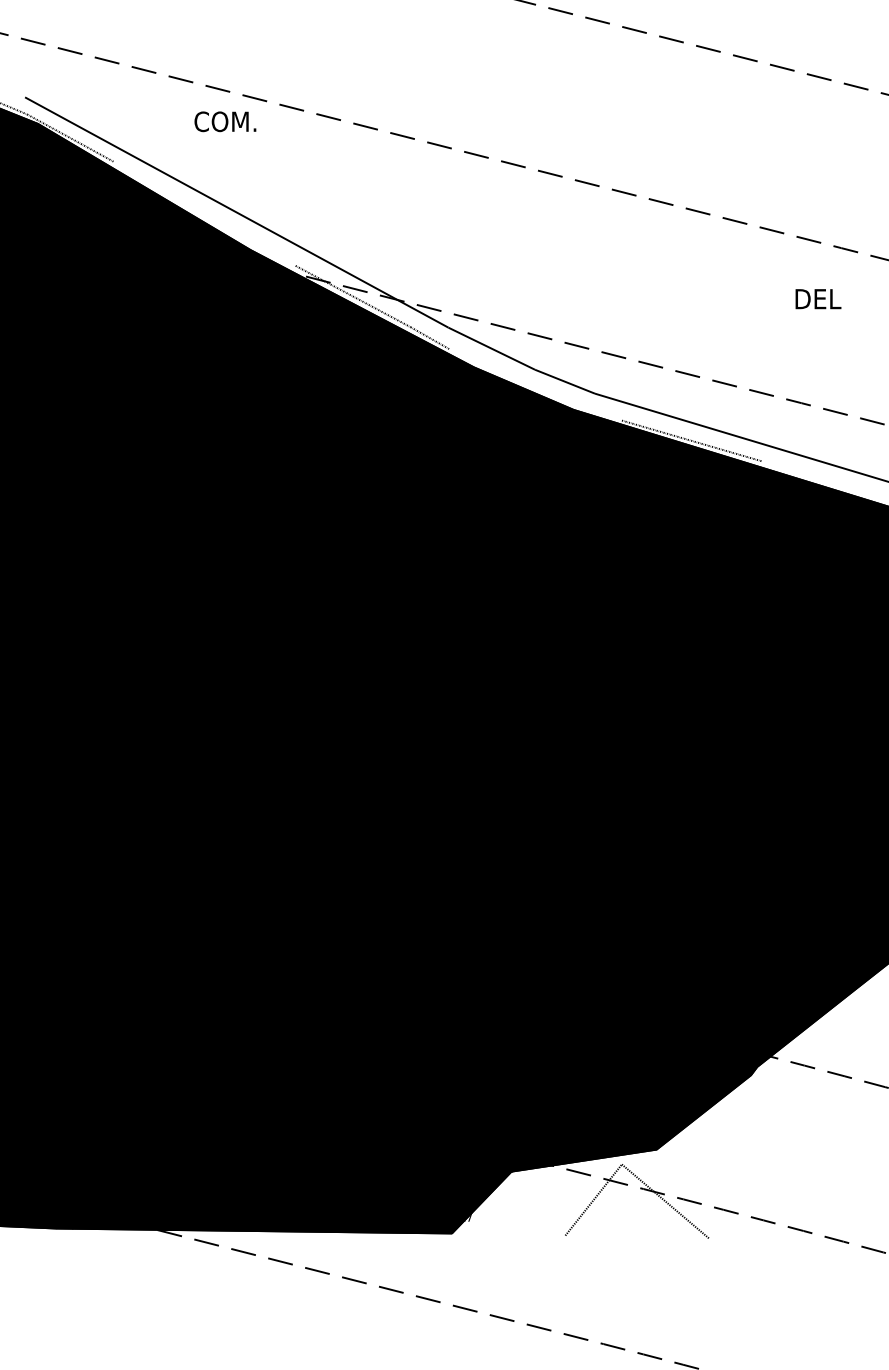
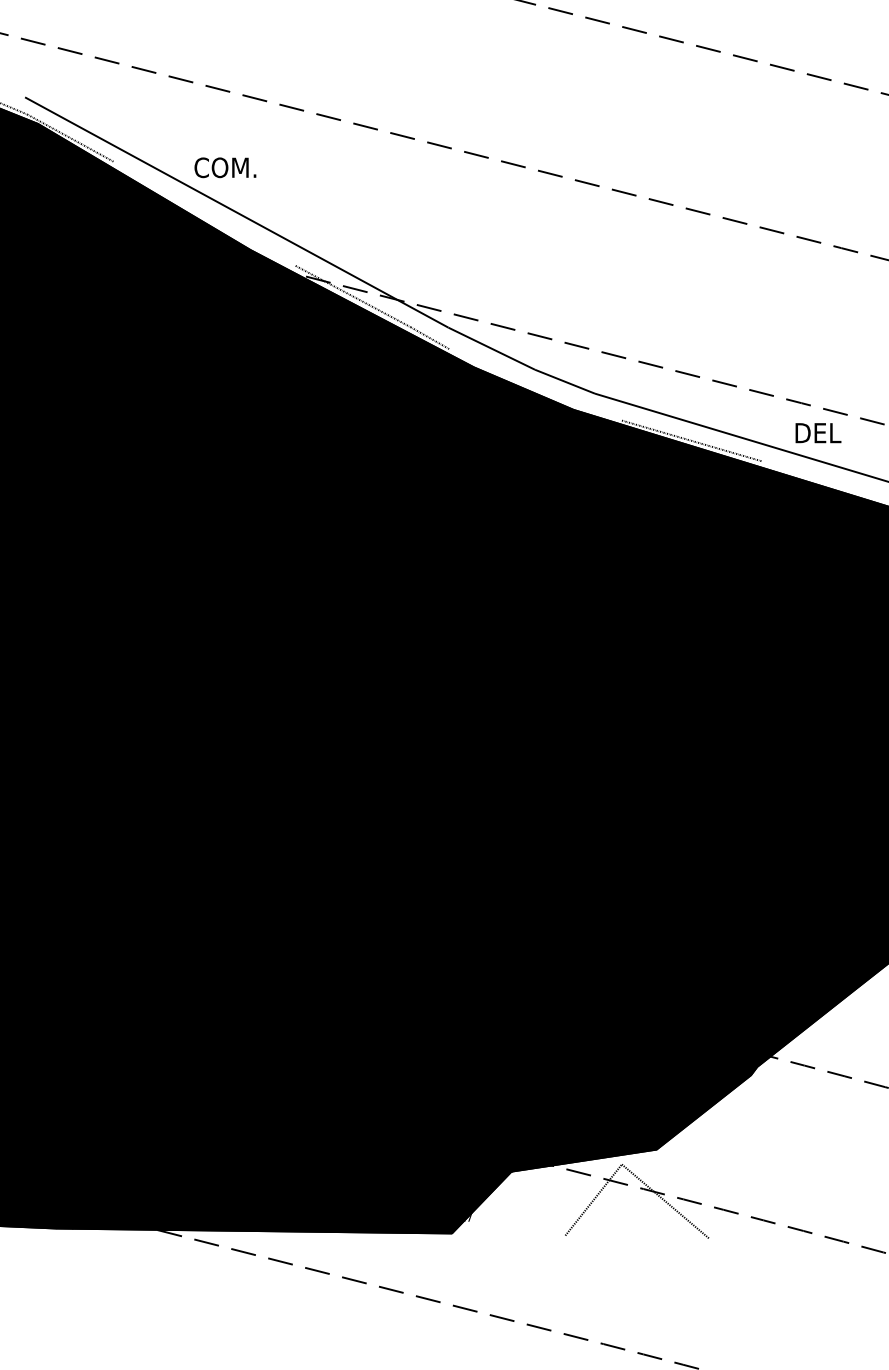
text at (225, 121) position: (225, 121) -> (225, 167)
text at (818, 299) position: (818, 299) -> (818, 433)
